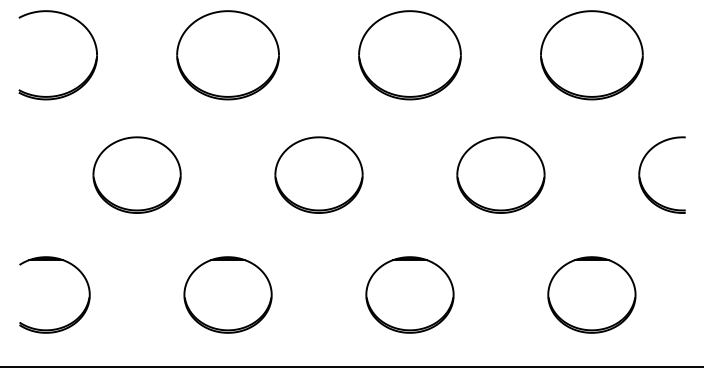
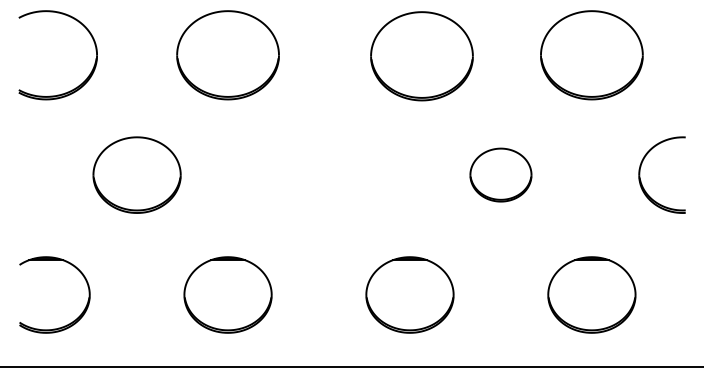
part at (409, 55) position: (409, 55) -> (421, 56)
part at (318, 174): present -> none
part at (500, 174) size: 90x78 px -> 64x56 px
